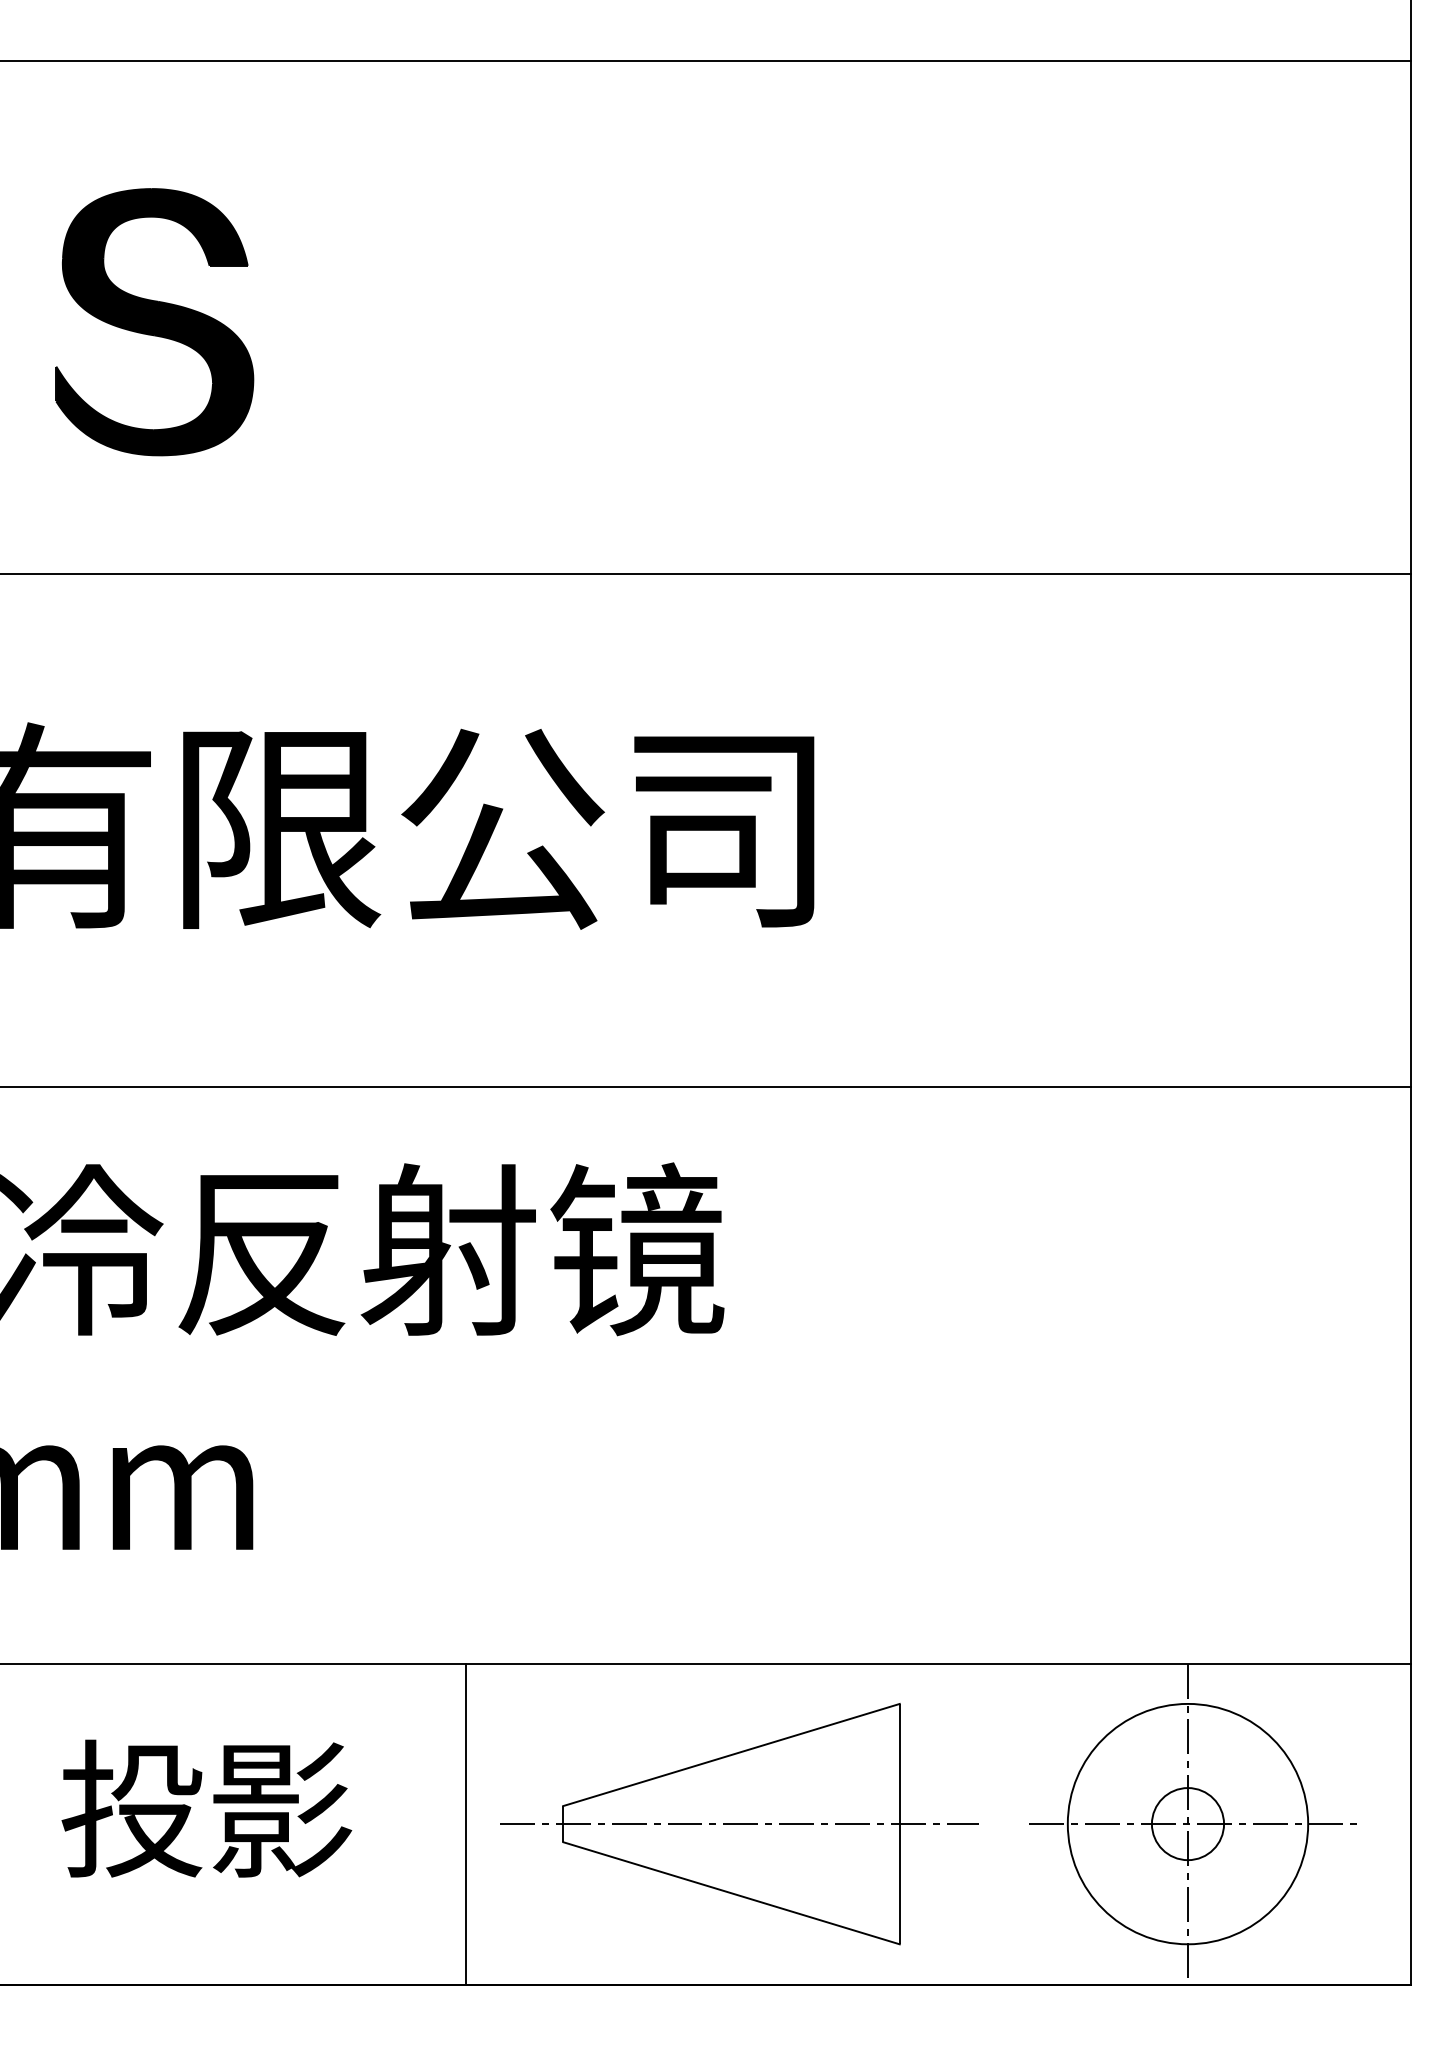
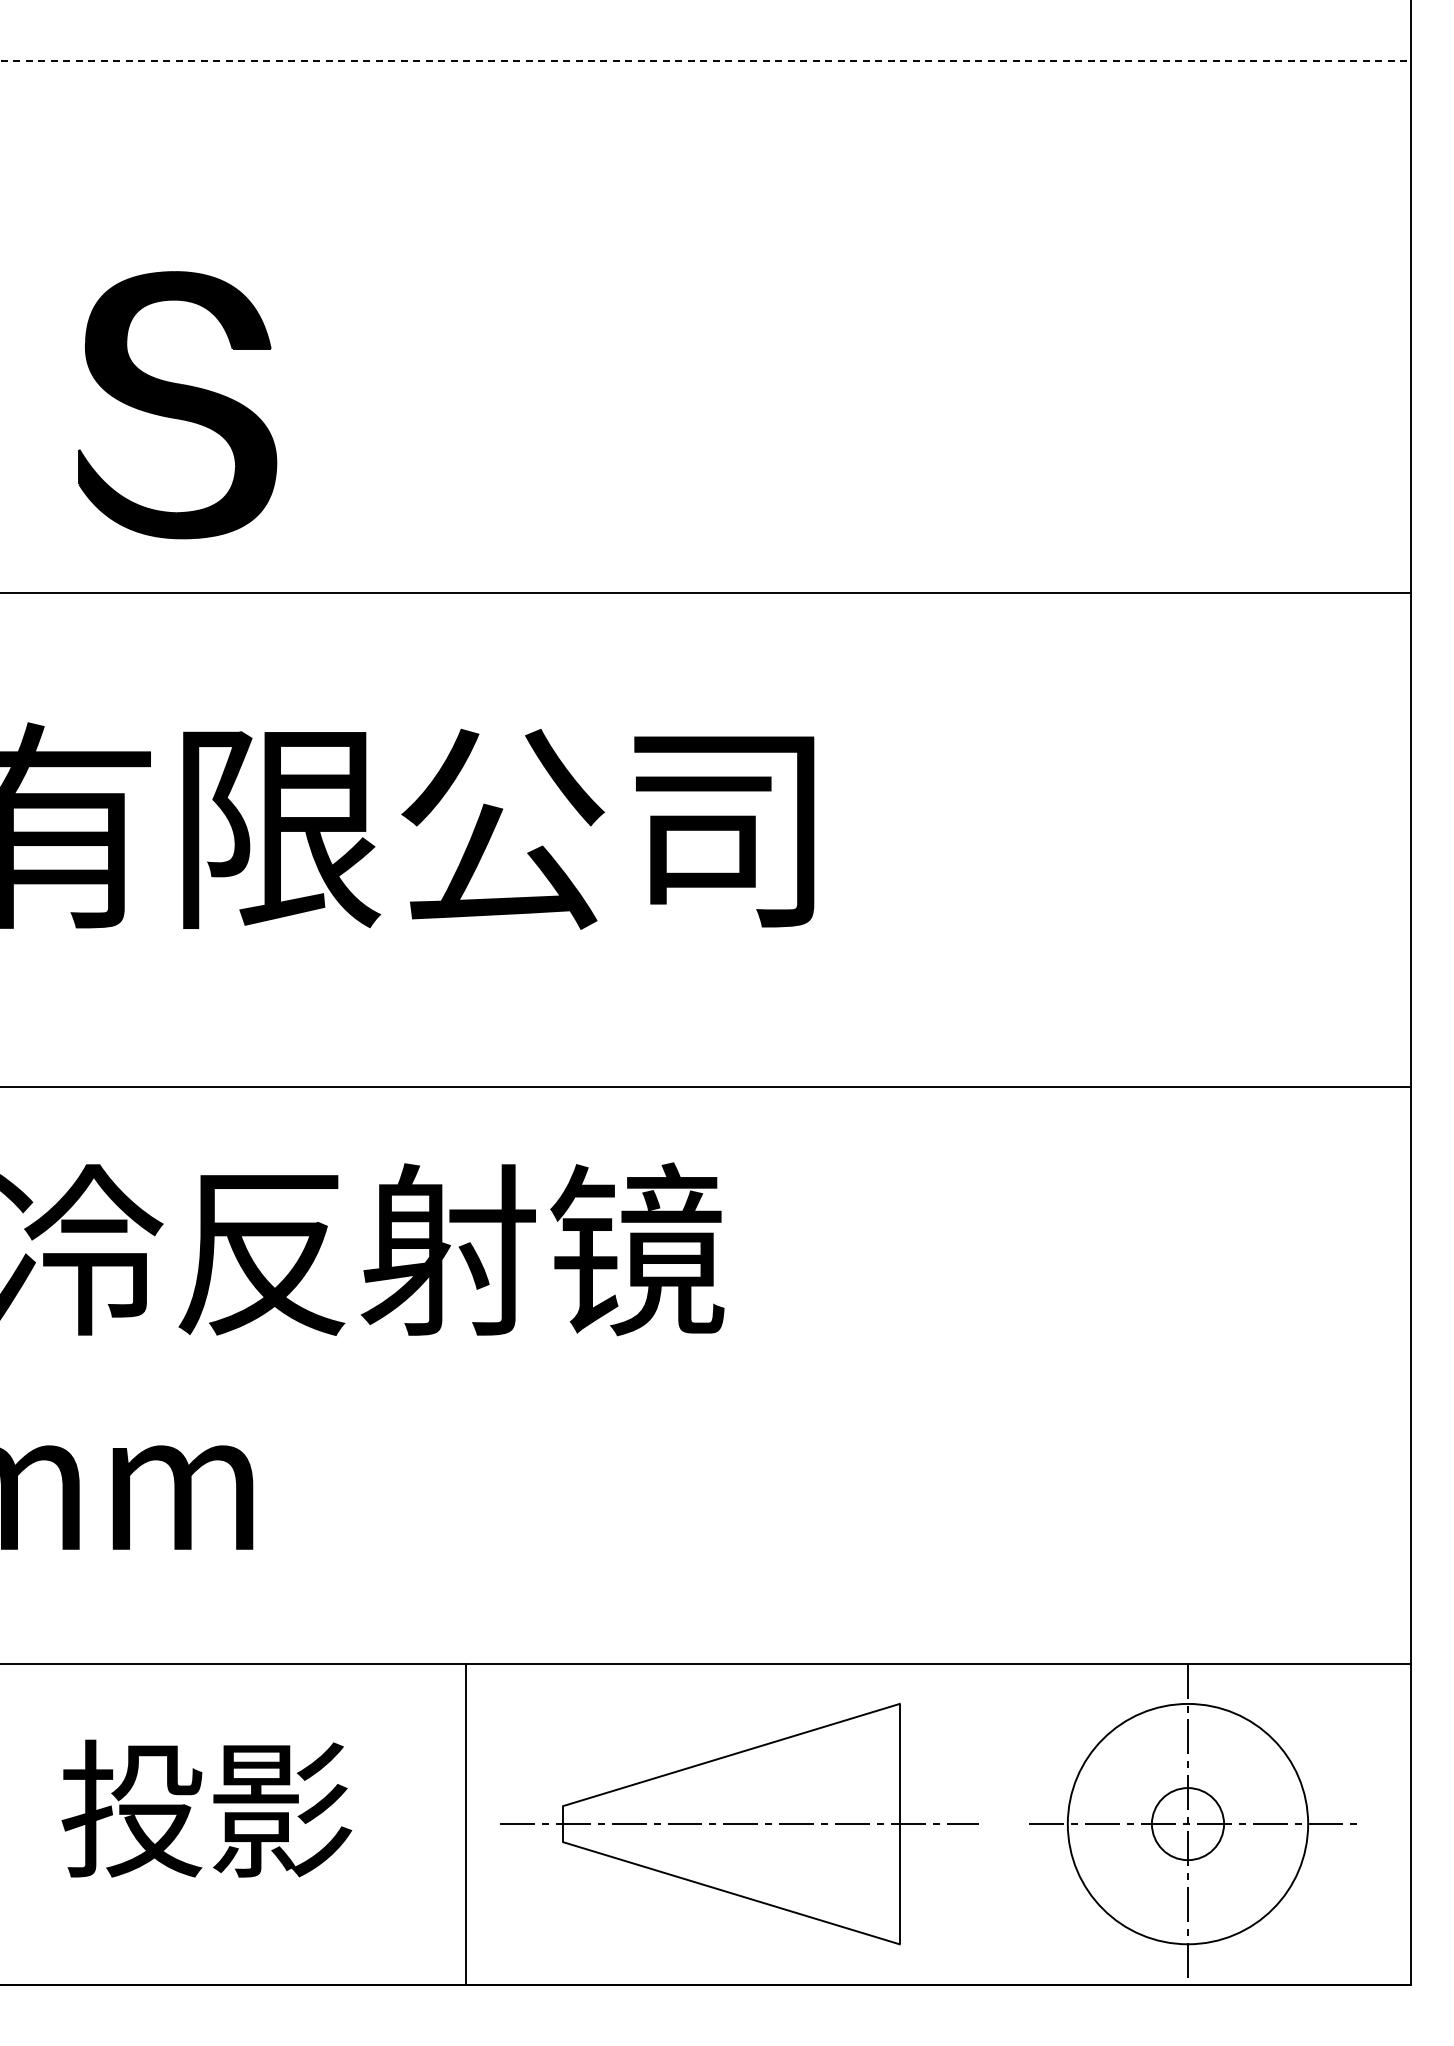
line at (705, 61): solid -> dashed
part at (154, 322) position: (154, 322) -> (177, 405)
line at (706, 574) position: (706, 574) -> (706, 593)
